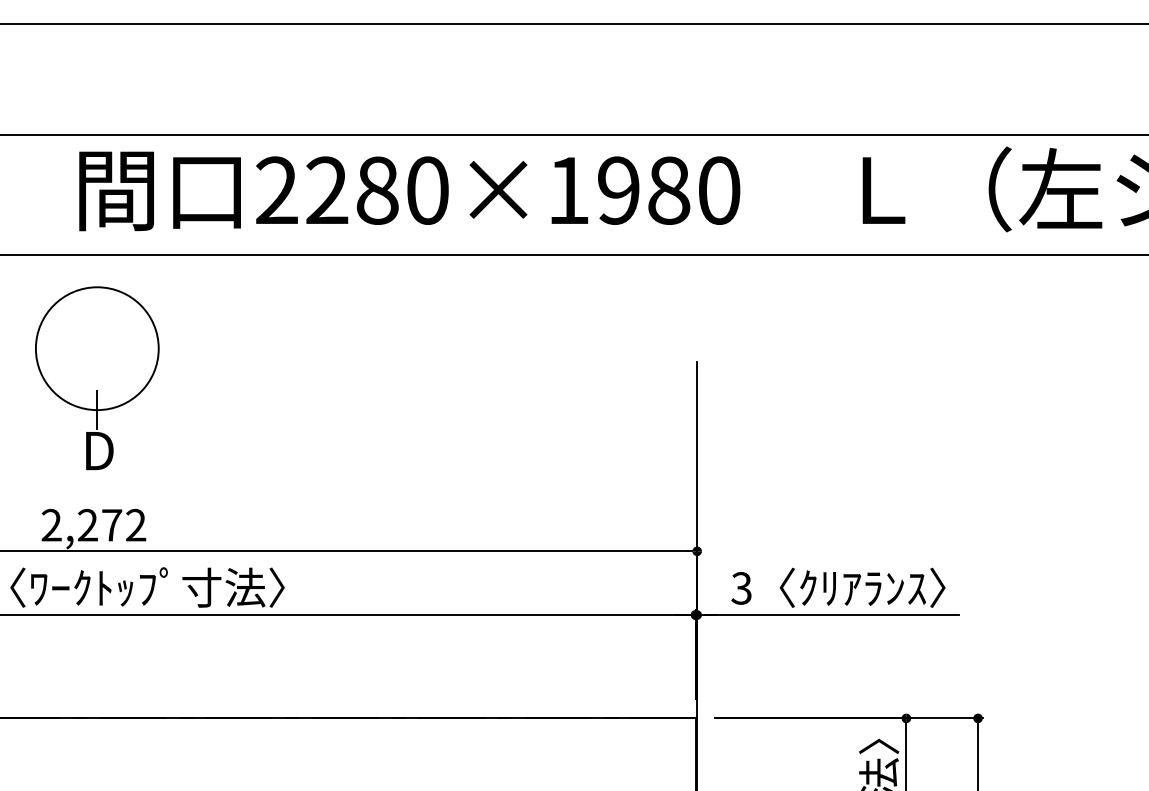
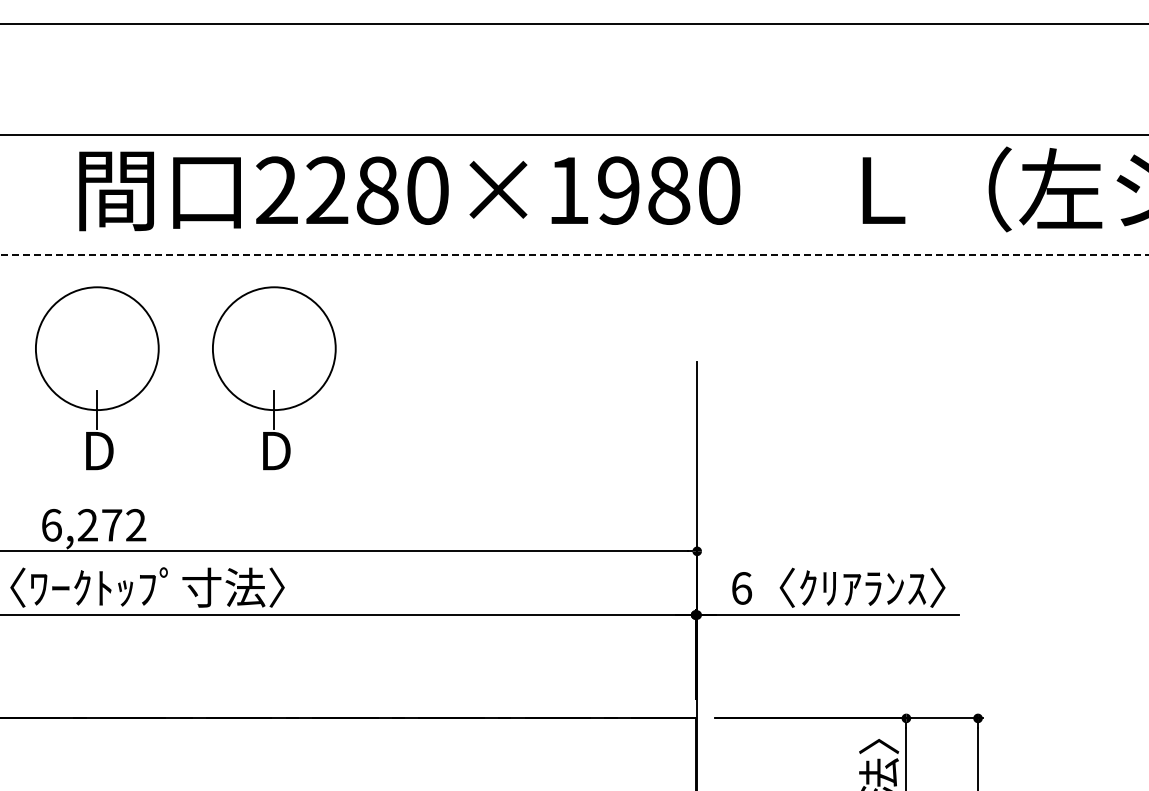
line at (575, 255): solid -> dashed
part at (274, 378): none -> present
text at (51, 524): 2,272 -> 6,272
text at (741, 588): 3 -> 6
